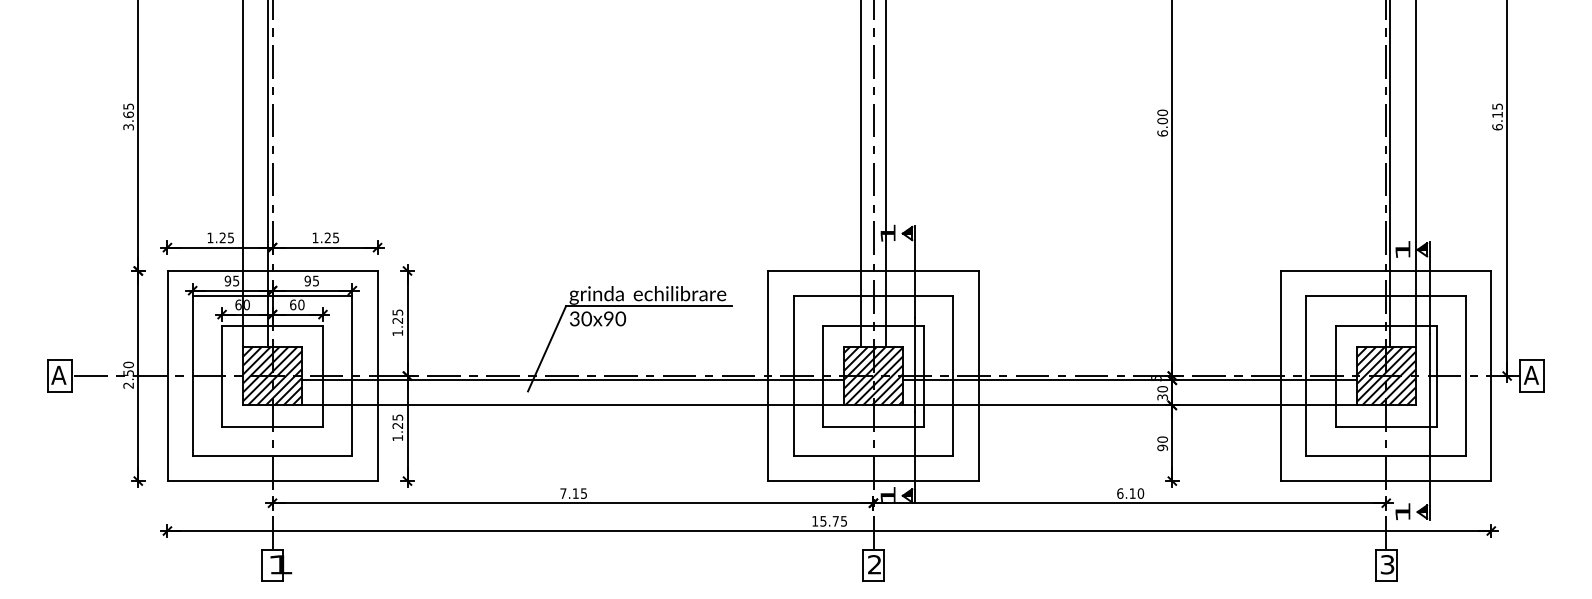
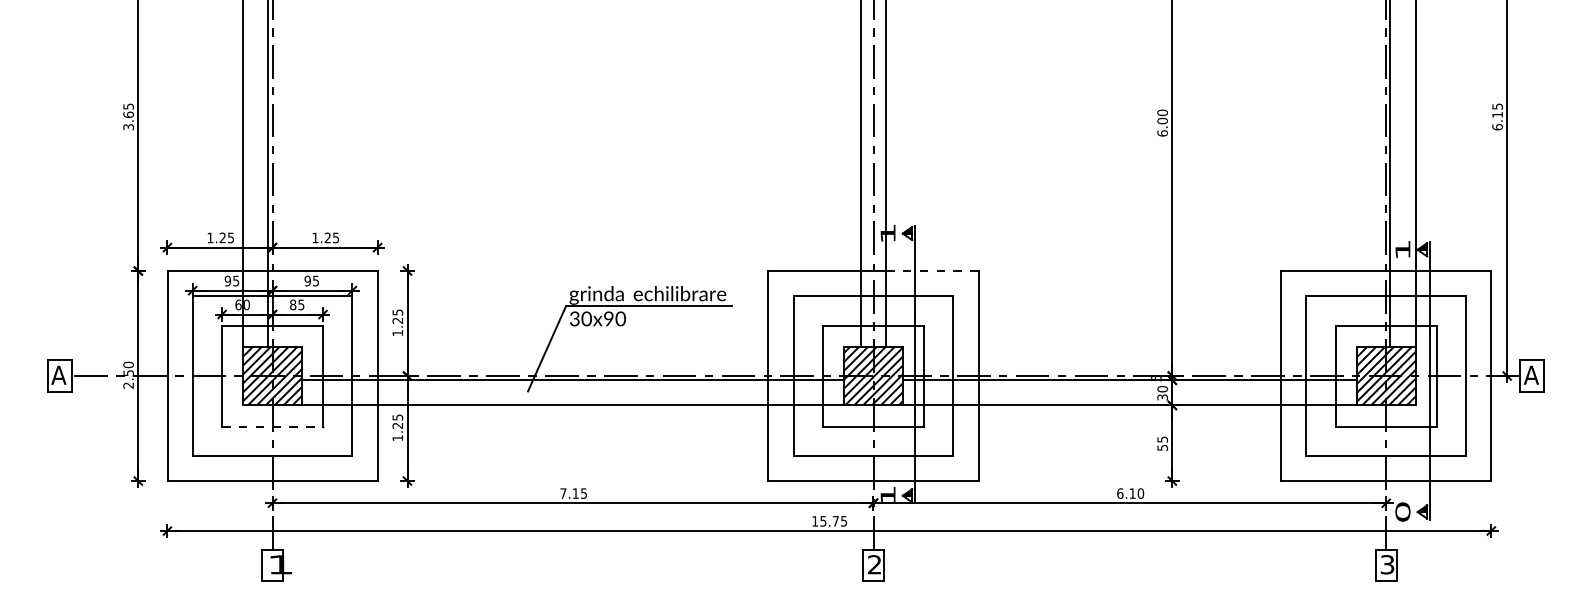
line at (931, 271): solid -> dashed
text at (297, 304): 60 -> 85
line at (273, 426): solid -> dashed
text at (1162, 443): 90 -> 55
text at (1402, 511): 1 -> 0
